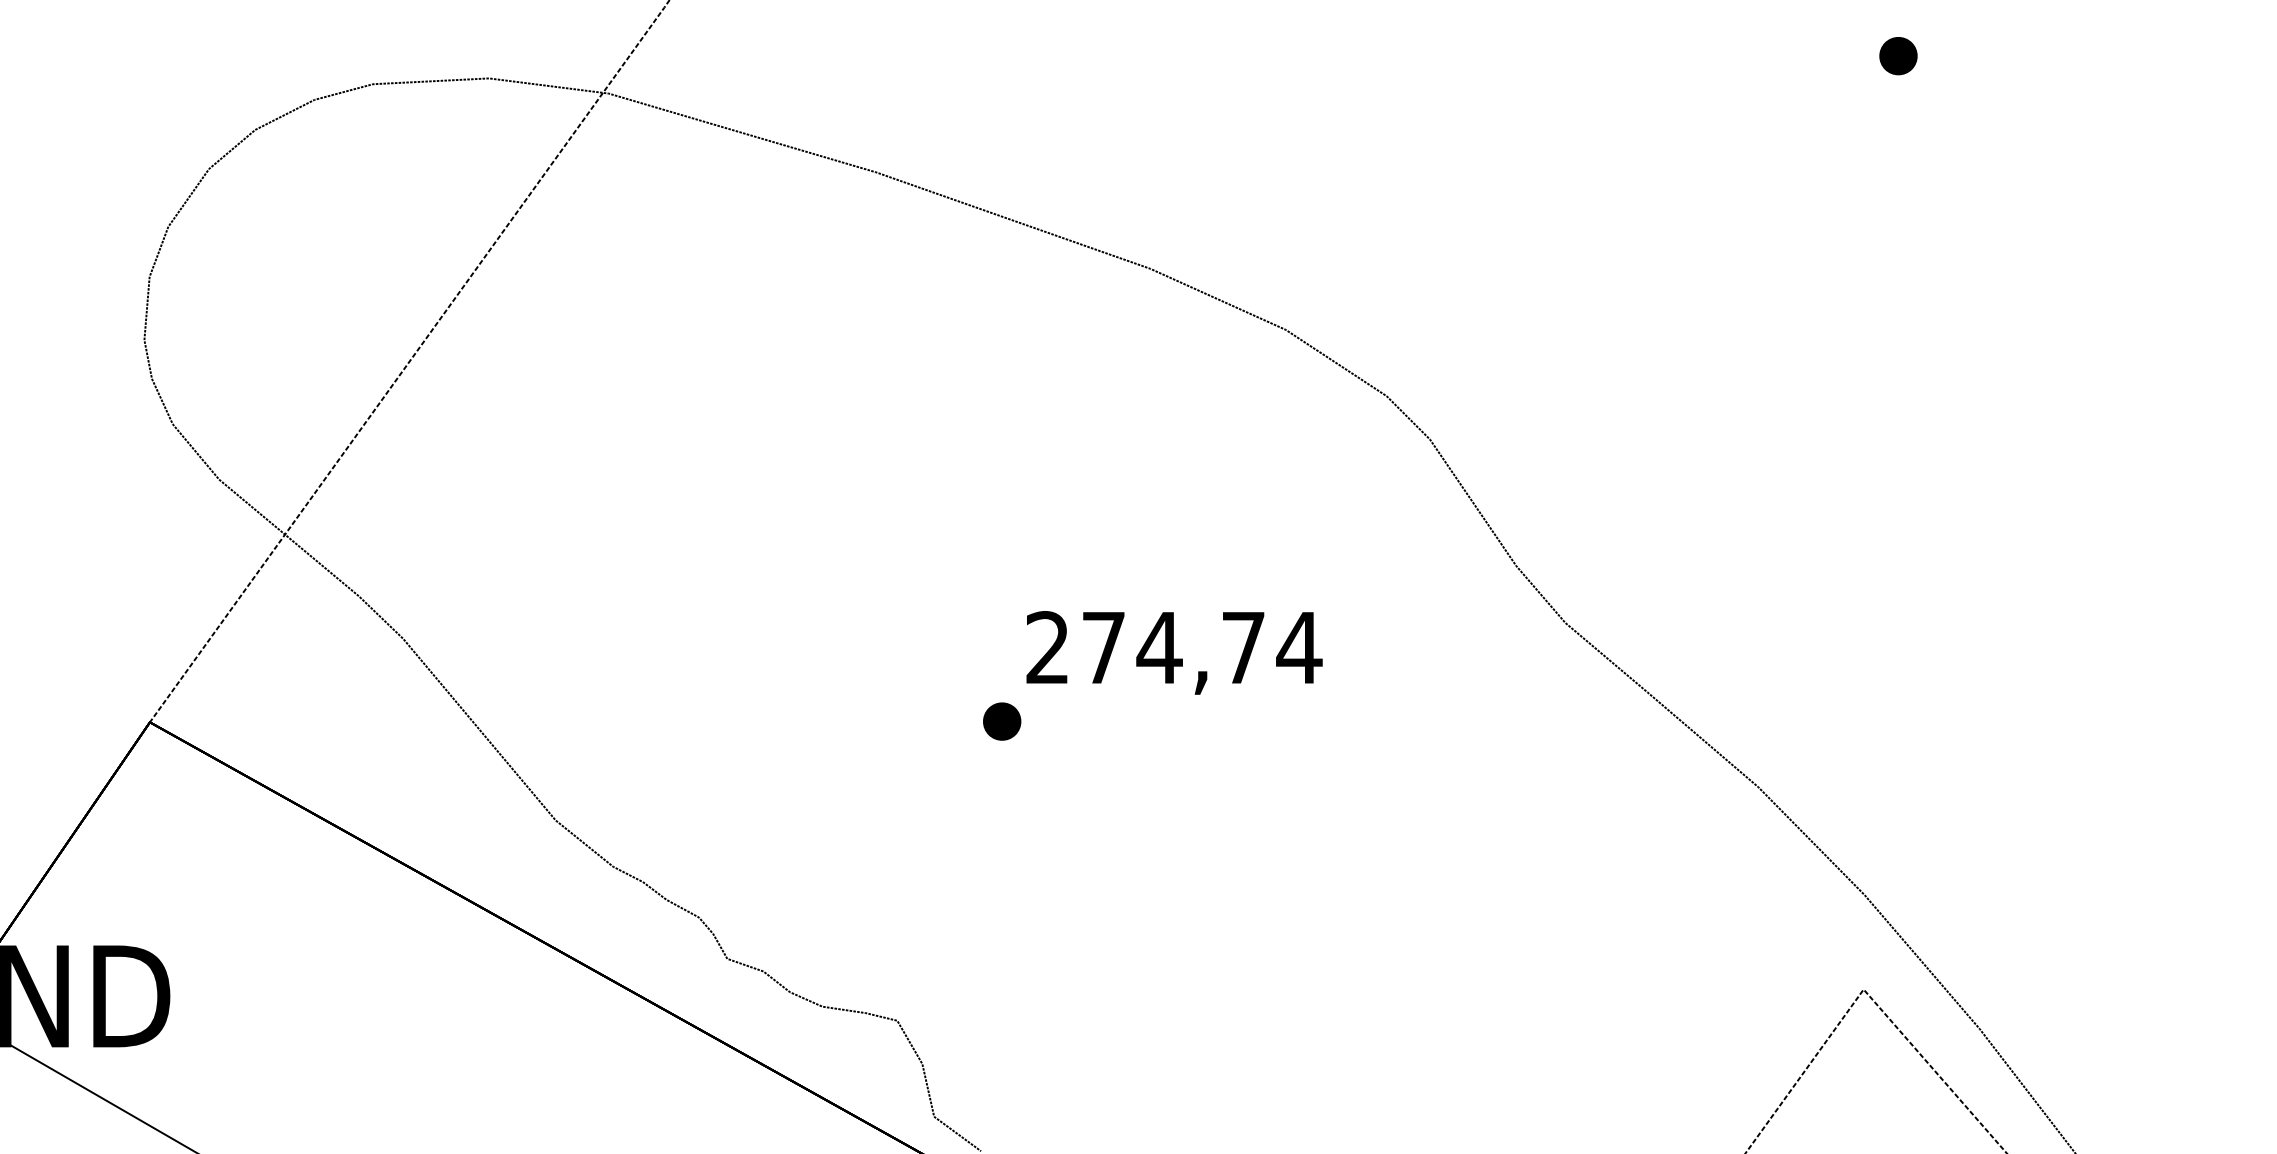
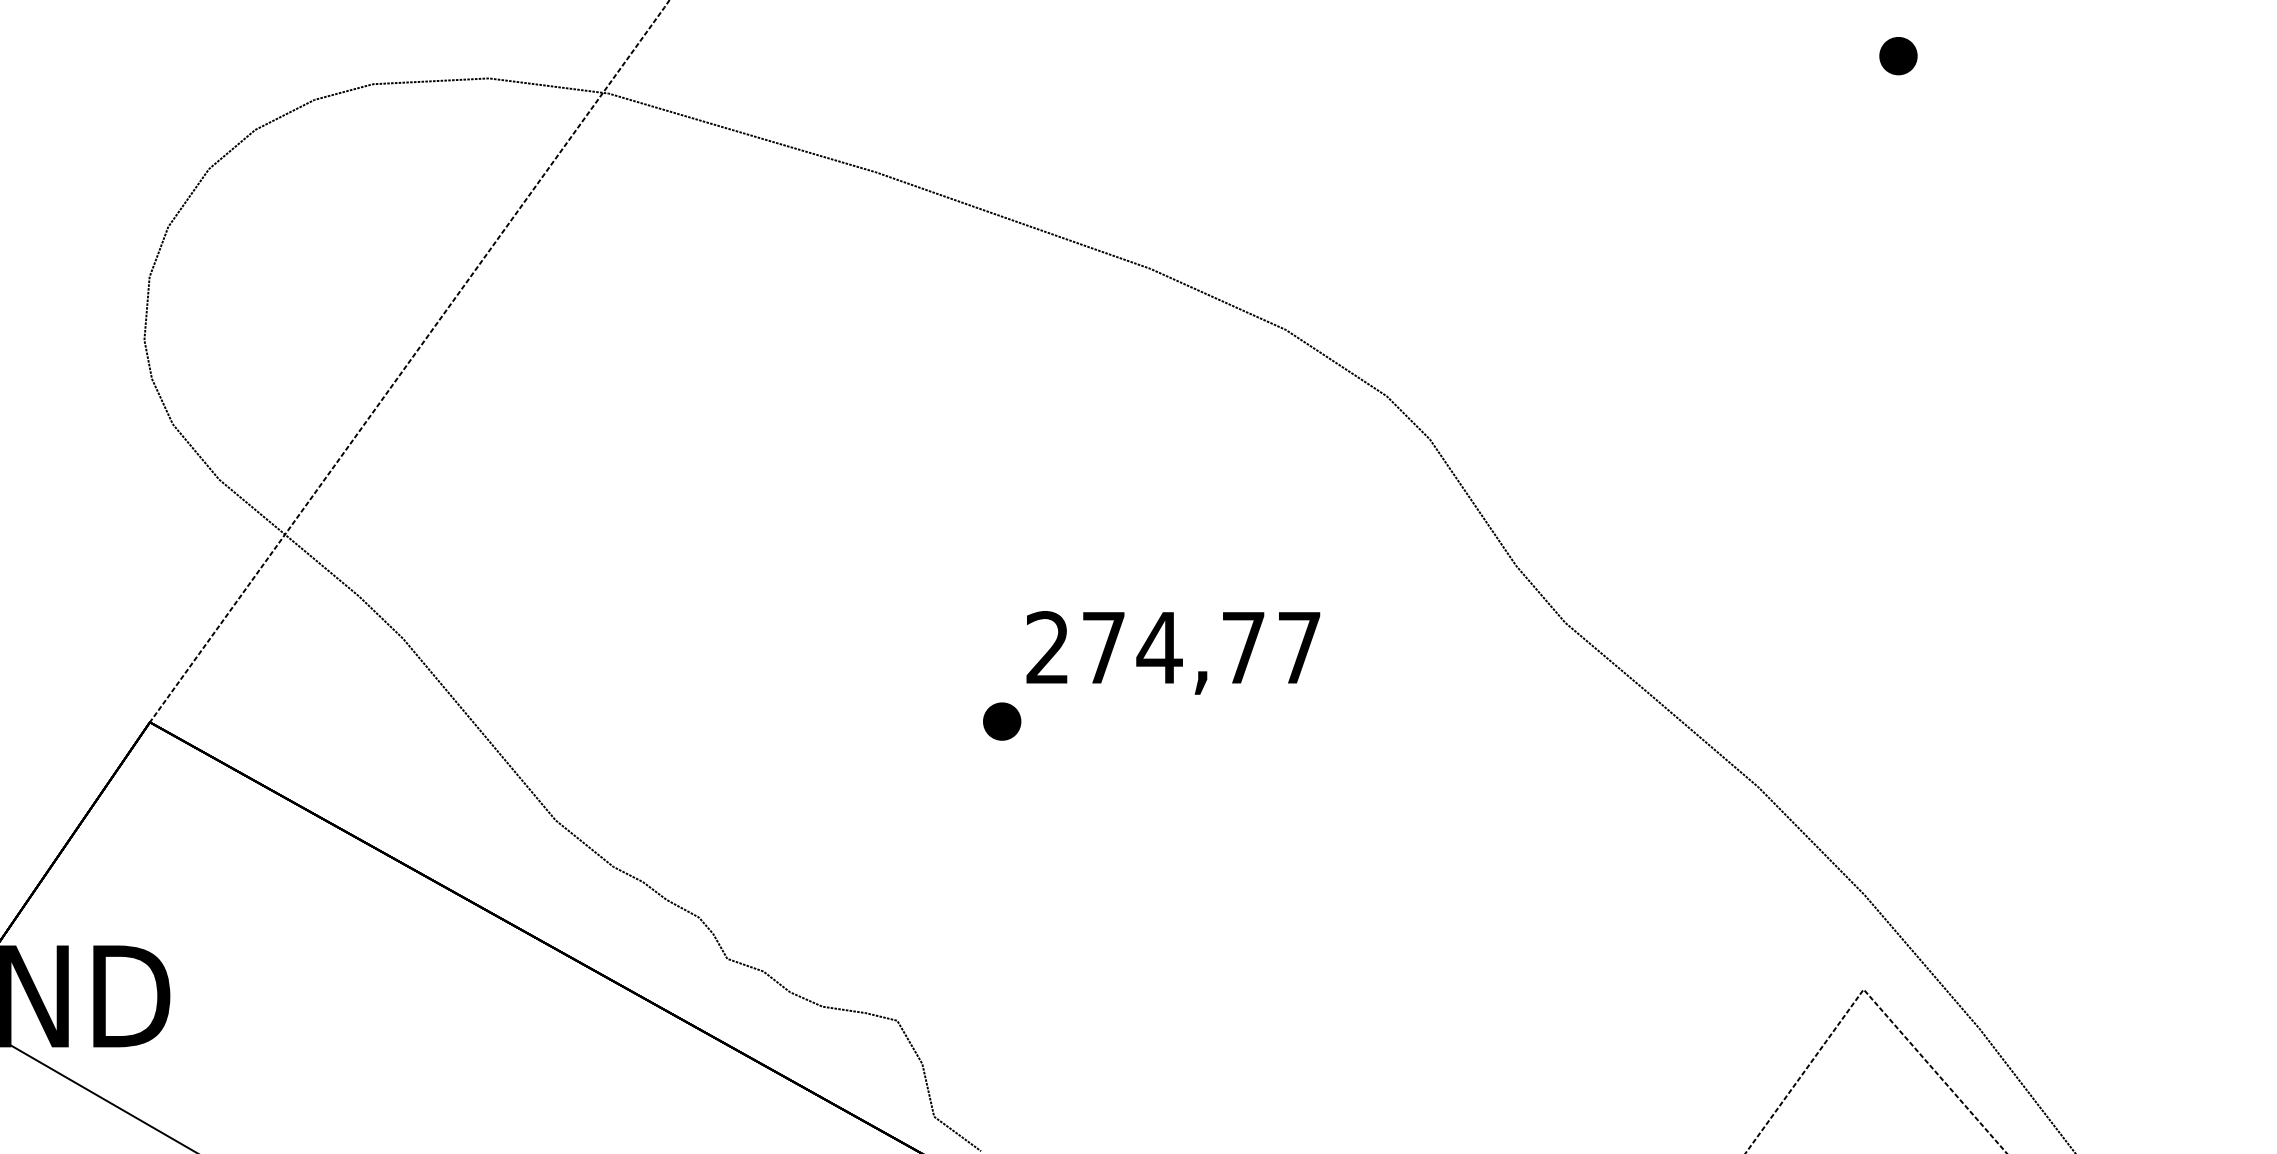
text at (1299, 647): 274,74 -> 274,77
